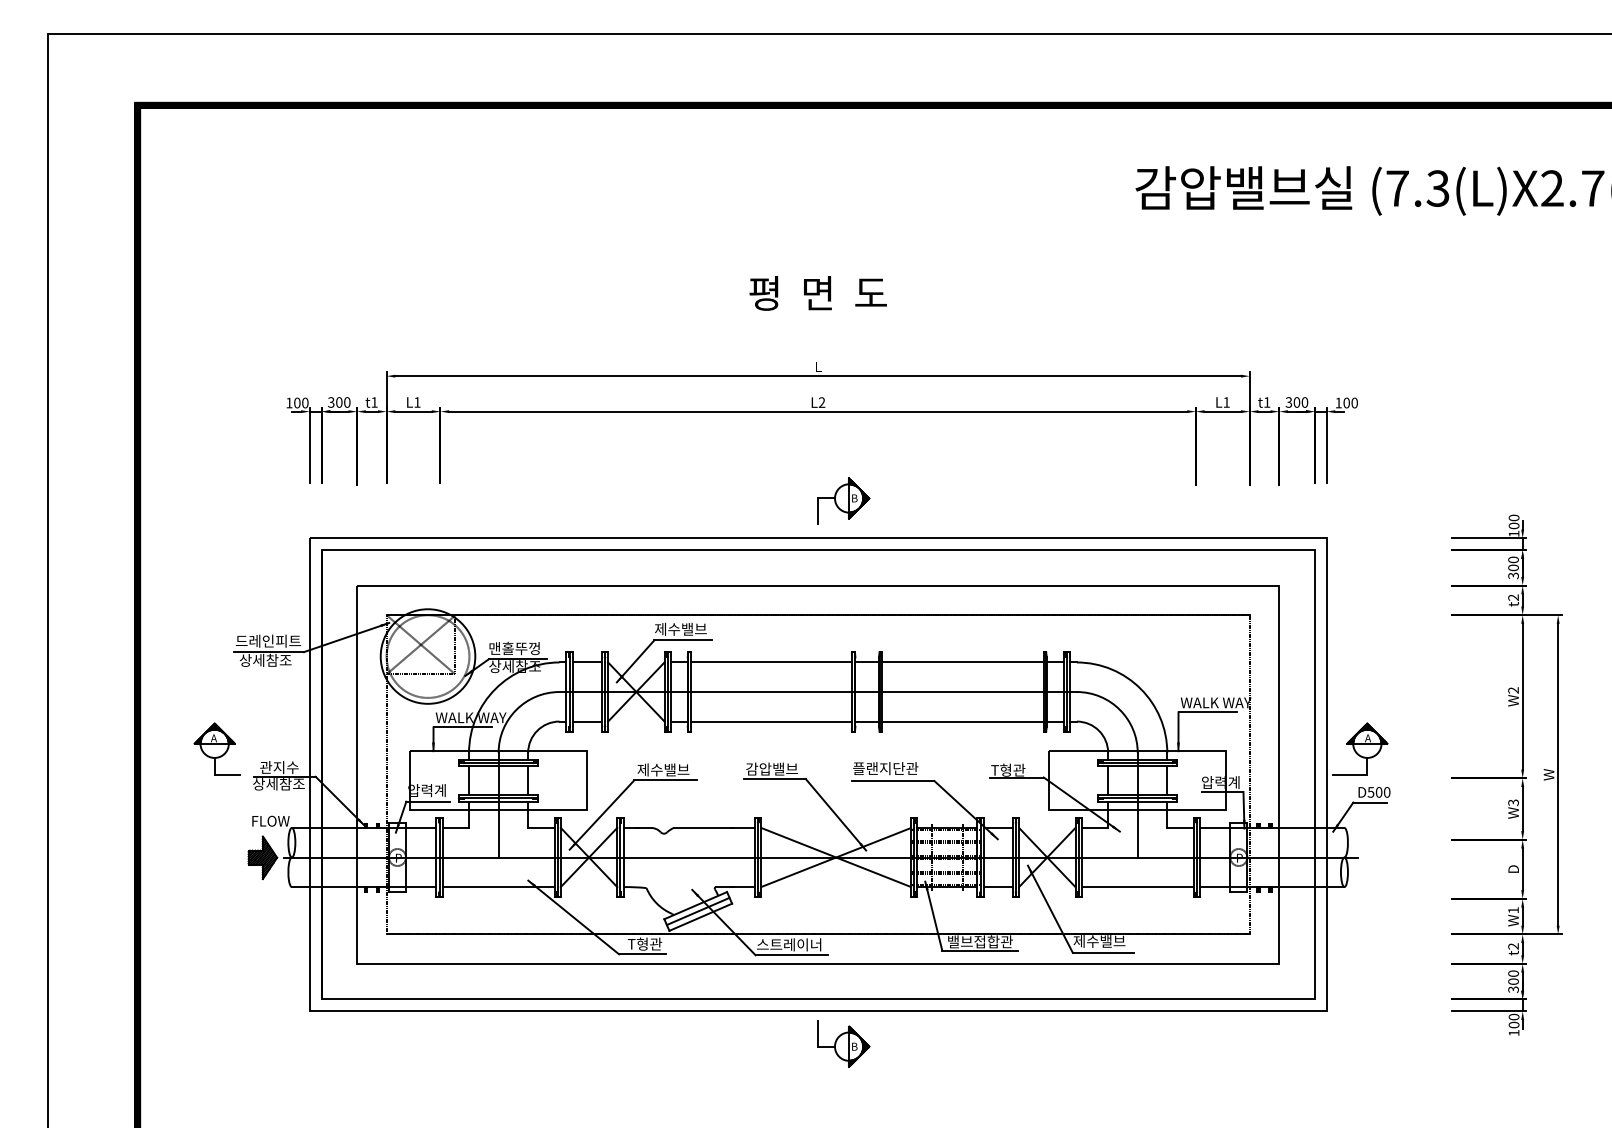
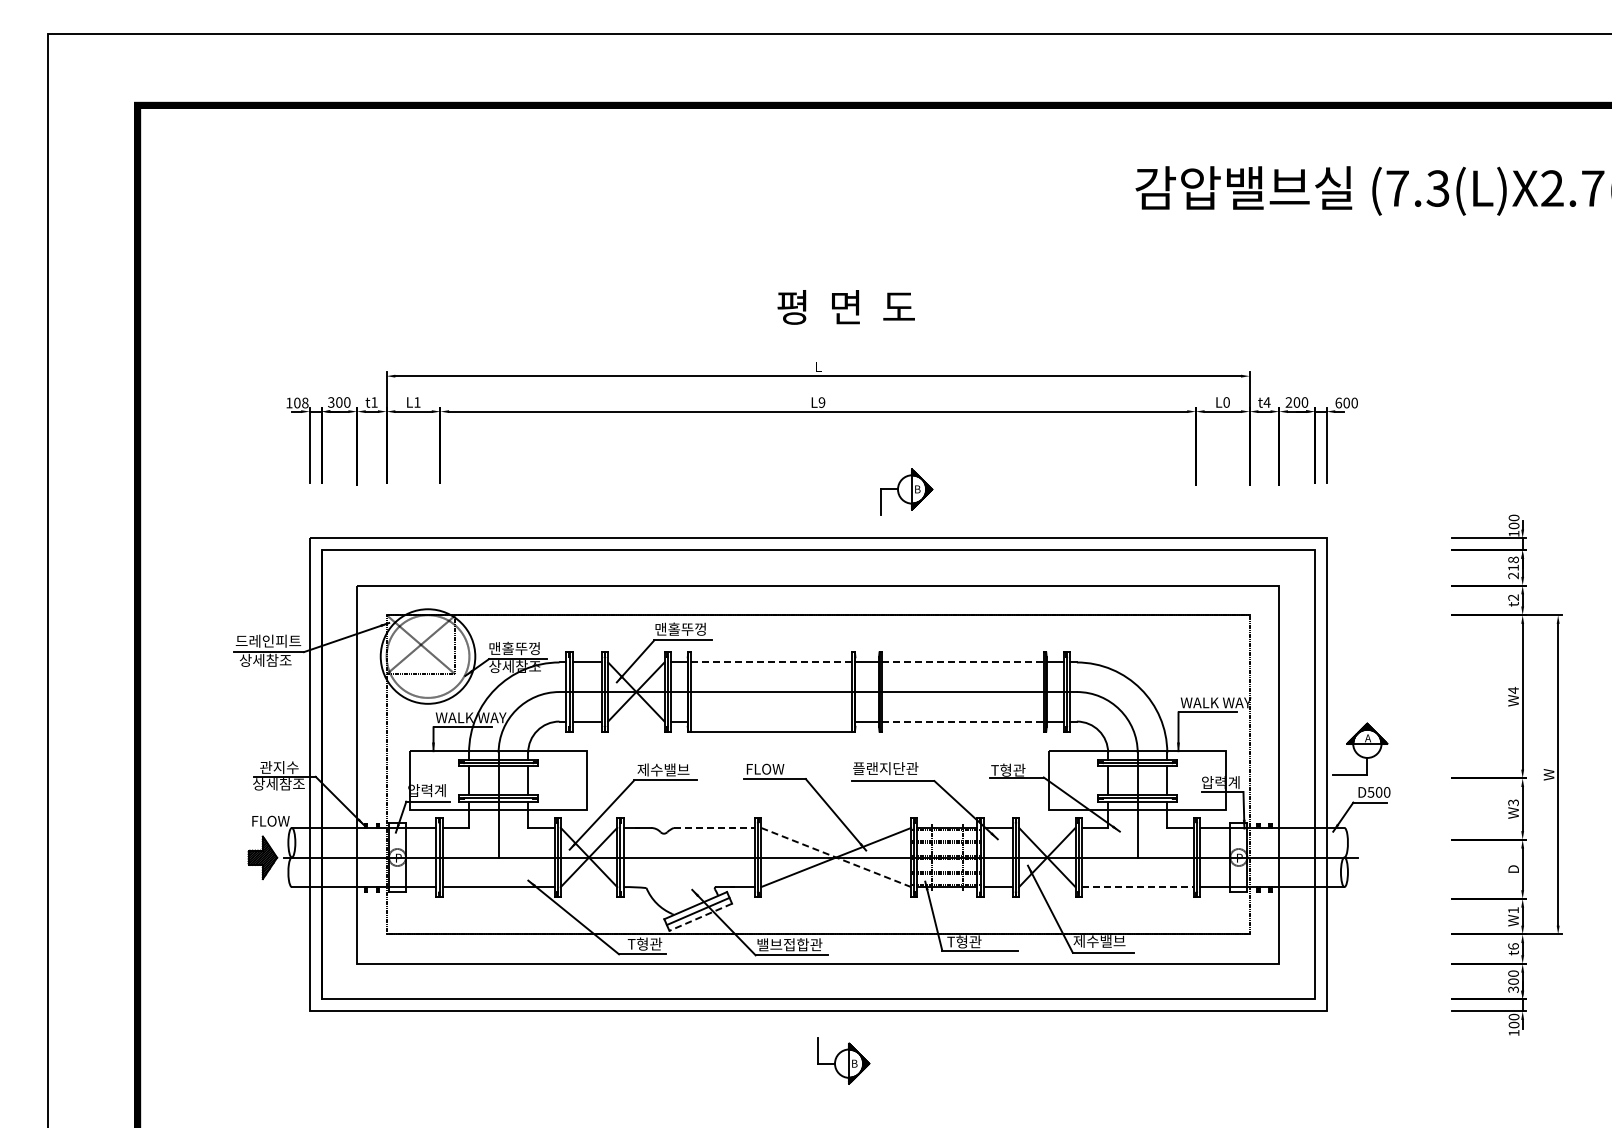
text at (817, 293) position: (817, 293) -> (845, 307)
text at (821, 402): L2 -> L9
text at (1226, 402): L1 -> L0
text at (1266, 402): t1 -> t4
text at (1288, 402): 300 -> 200
text at (1338, 402): 100 -> 600
text at (305, 403): 100 -> 108
part at (843, 500) position: (843, 500) -> (906, 491)
text at (1513, 567): 300 -> 218
text at (680, 628): 제수밸브 -> 맨홀뚜껑
line at (771, 662): solid -> dashed
line at (962, 662): solid -> dashed
text at (1513, 690): W2 -> W4
line at (771, 721) position: (771, 721) -> (771, 731)
line at (962, 721): solid -> dashed
part at (216, 748): present -> none
text at (771, 768): 감압밸브 -> FLOW
line at (714, 827): solid -> dashed
line at (836, 857): solid -> dashed
line at (1137, 887): solid -> dashed
line at (700, 917): solid -> dashed
text at (979, 941): 밸브접합관 -> T형관
text at (789, 944): 스트레이너 -> 밸브접합관
text at (1513, 946): t2 -> t6
part at (843, 1043) position: (843, 1043) -> (843, 1060)
